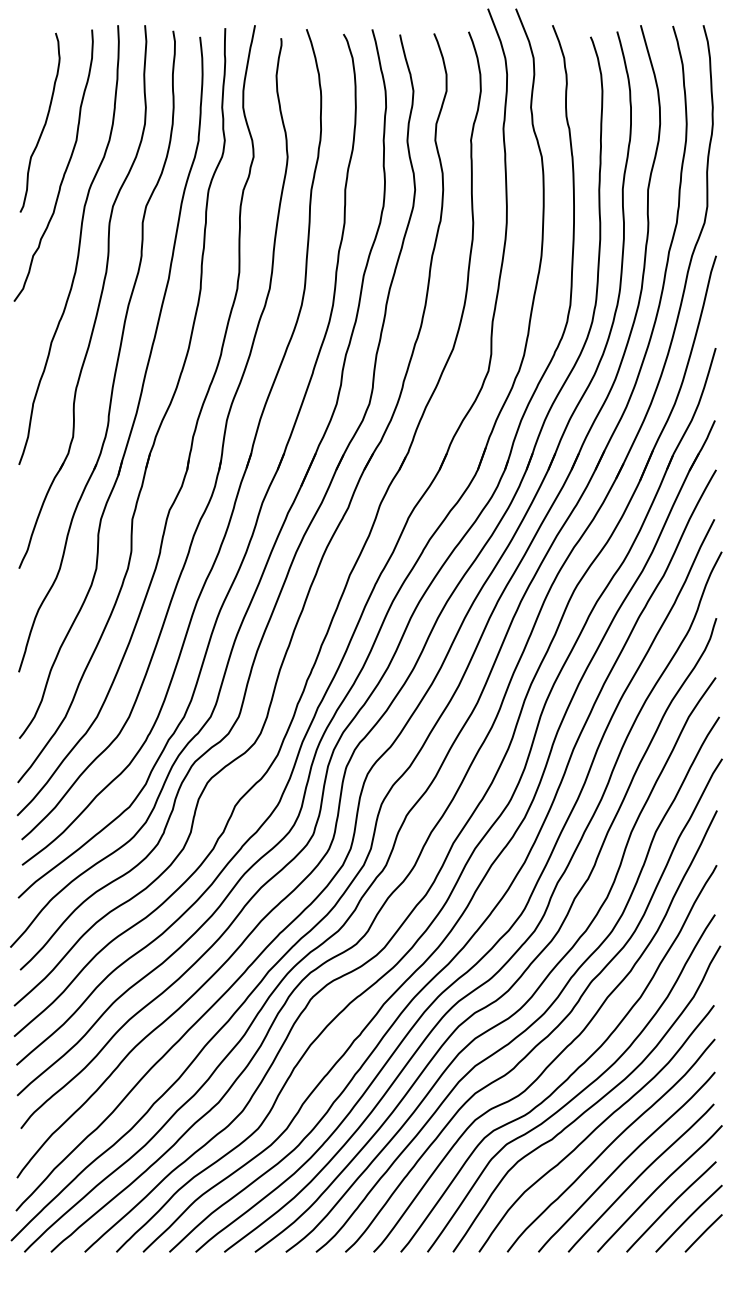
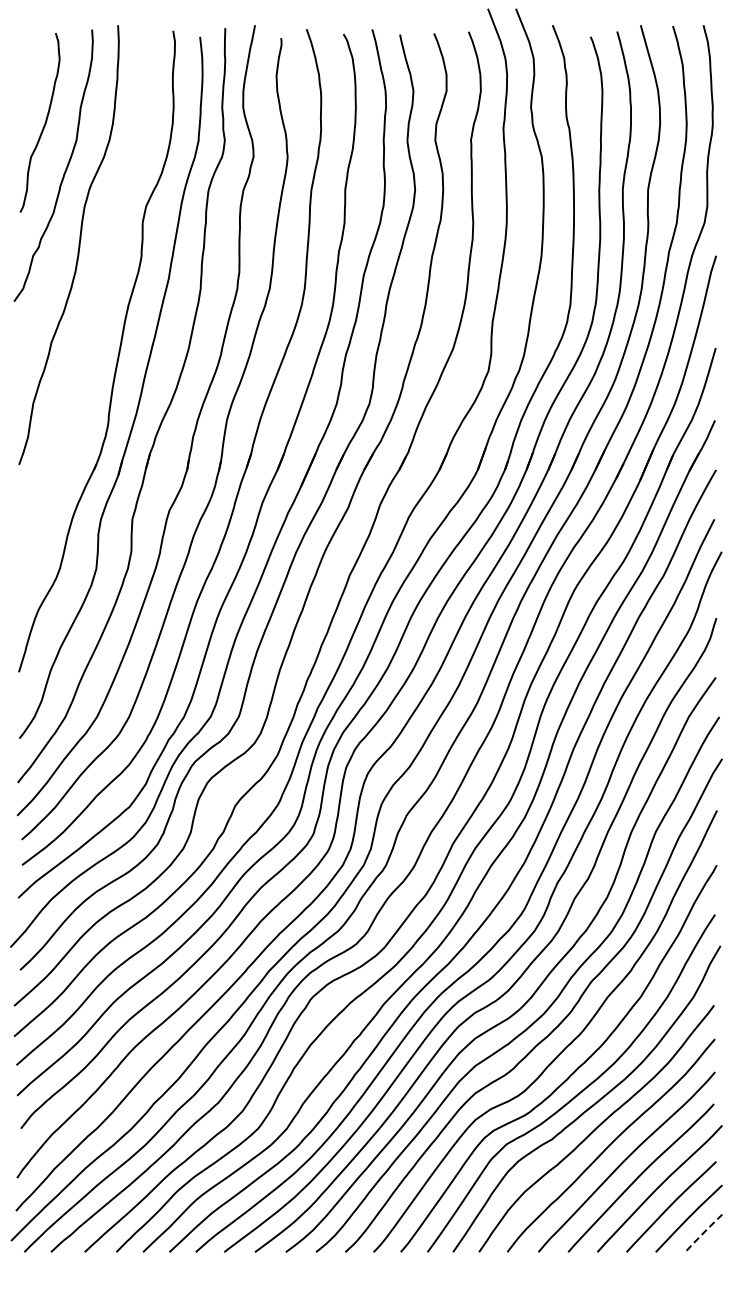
part at (99, 297): present -> none
line at (703, 1233): solid -> dashed
